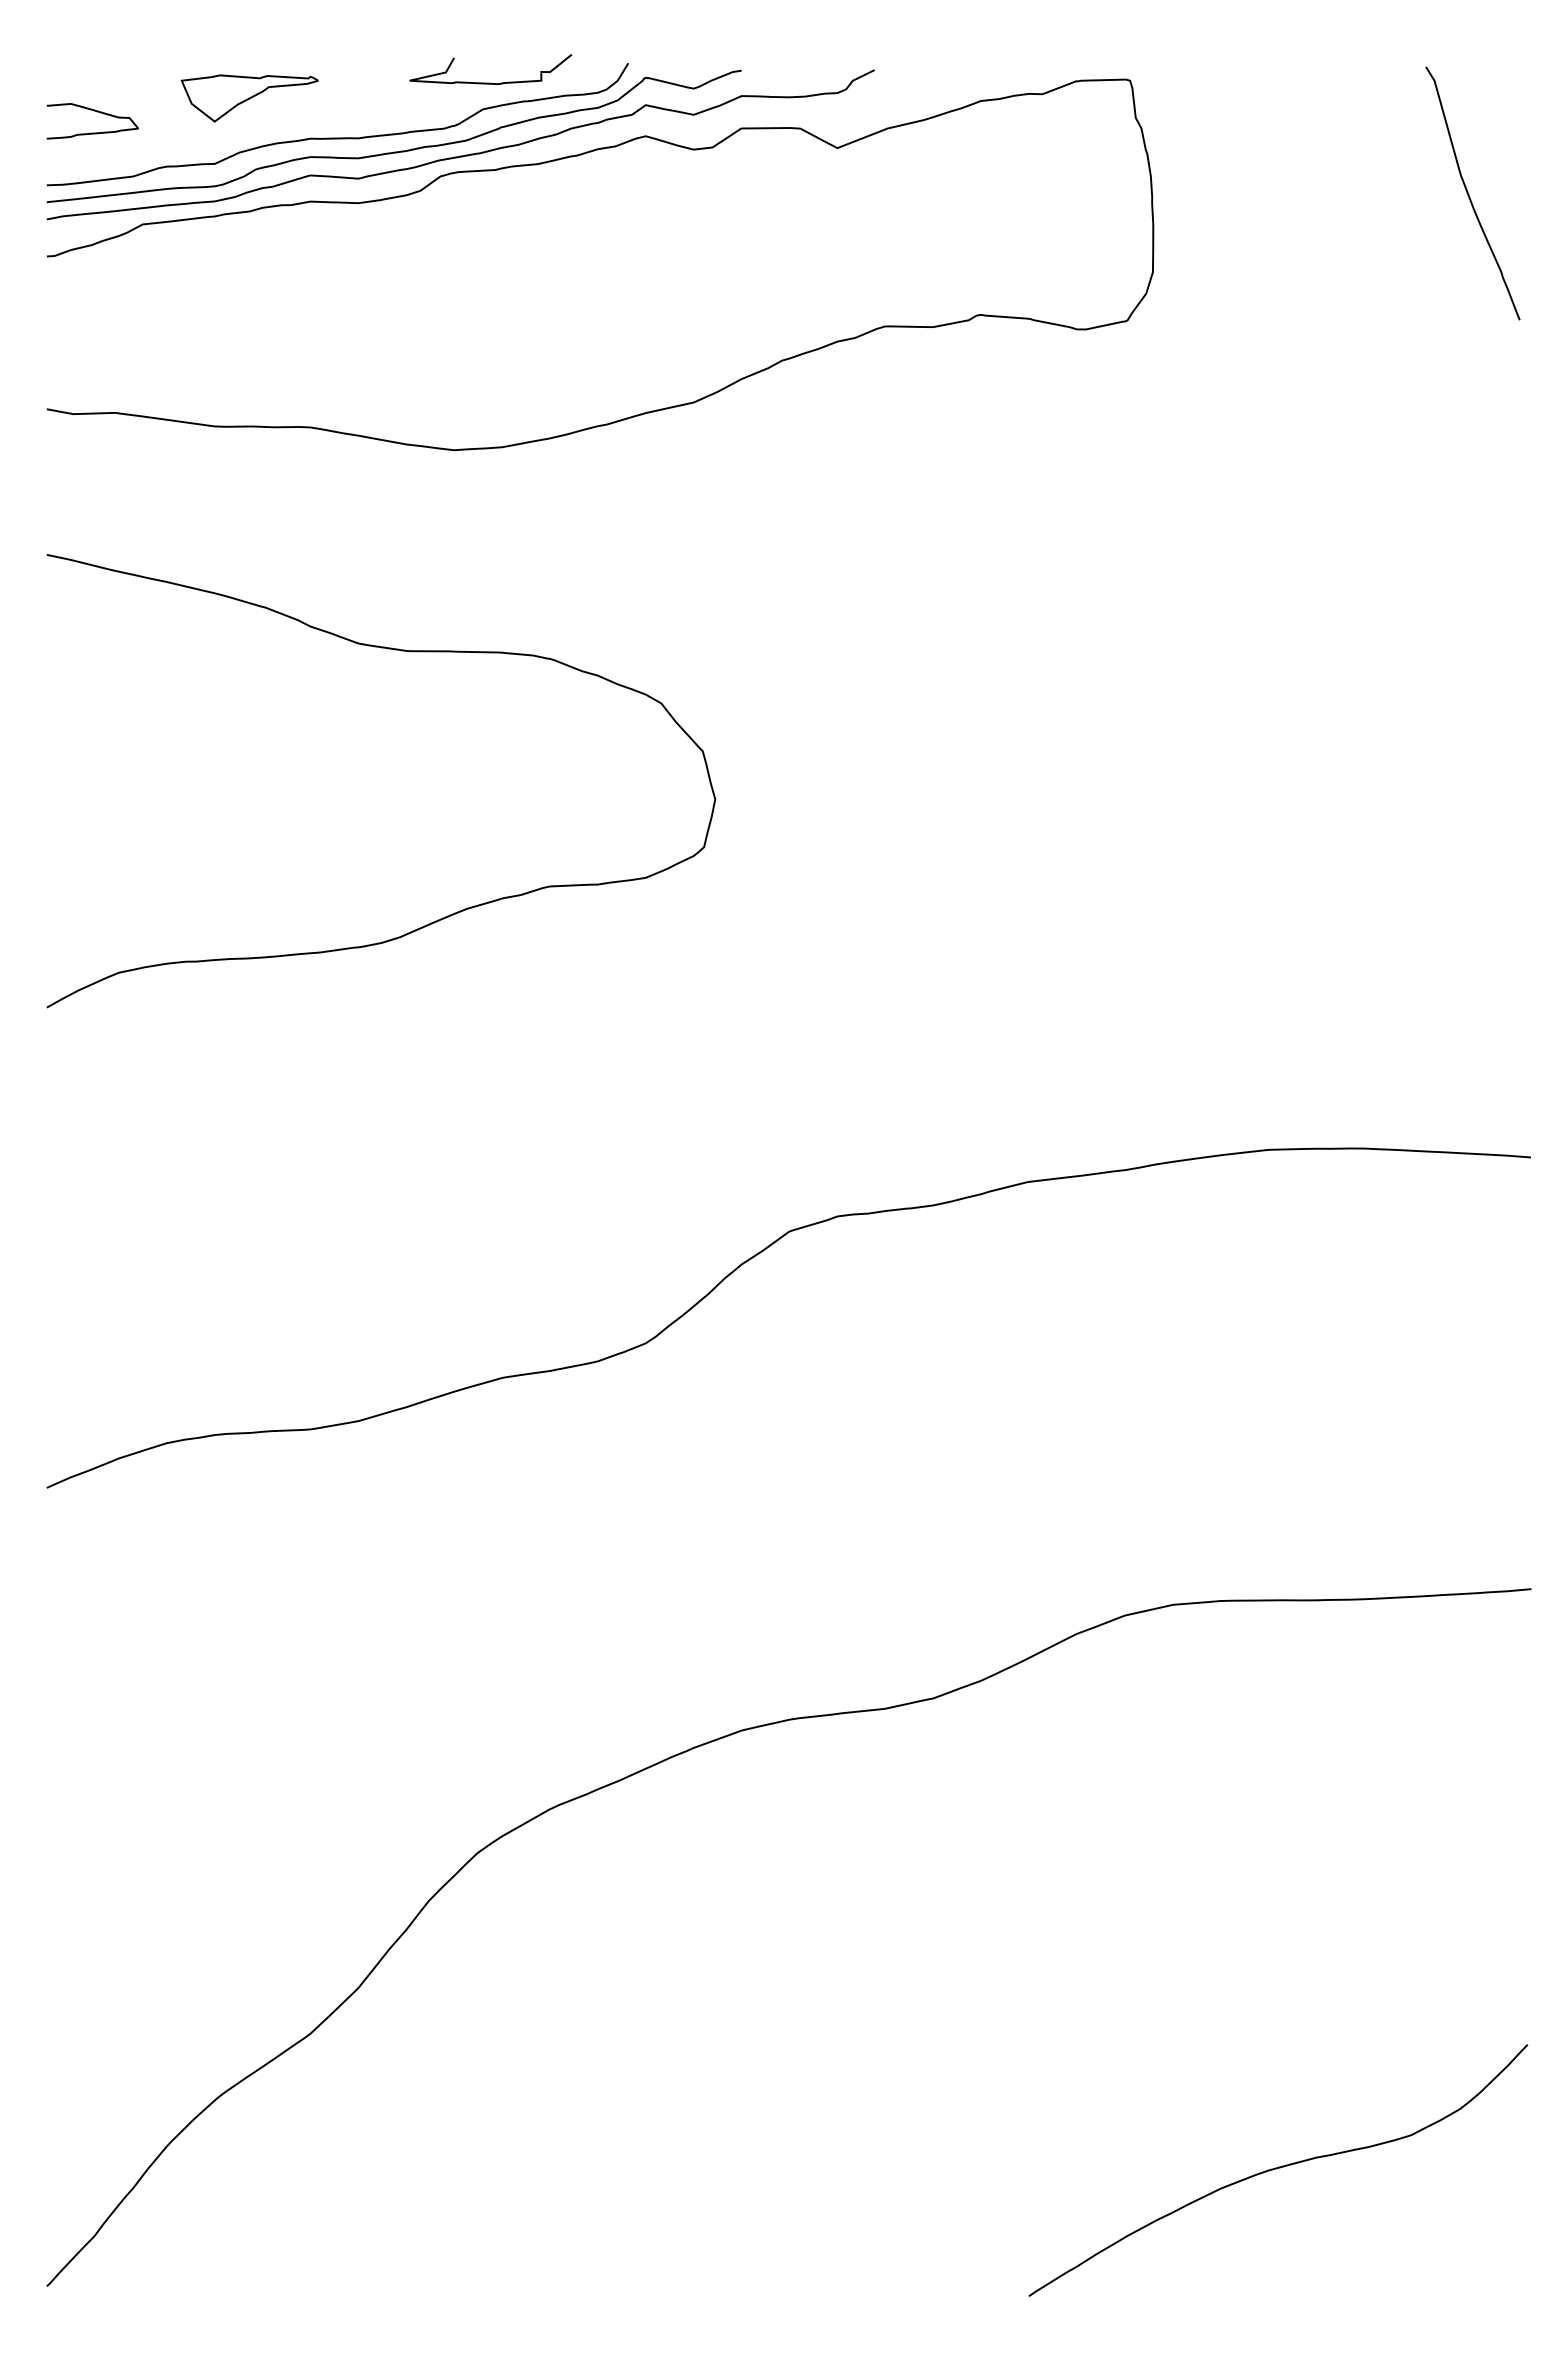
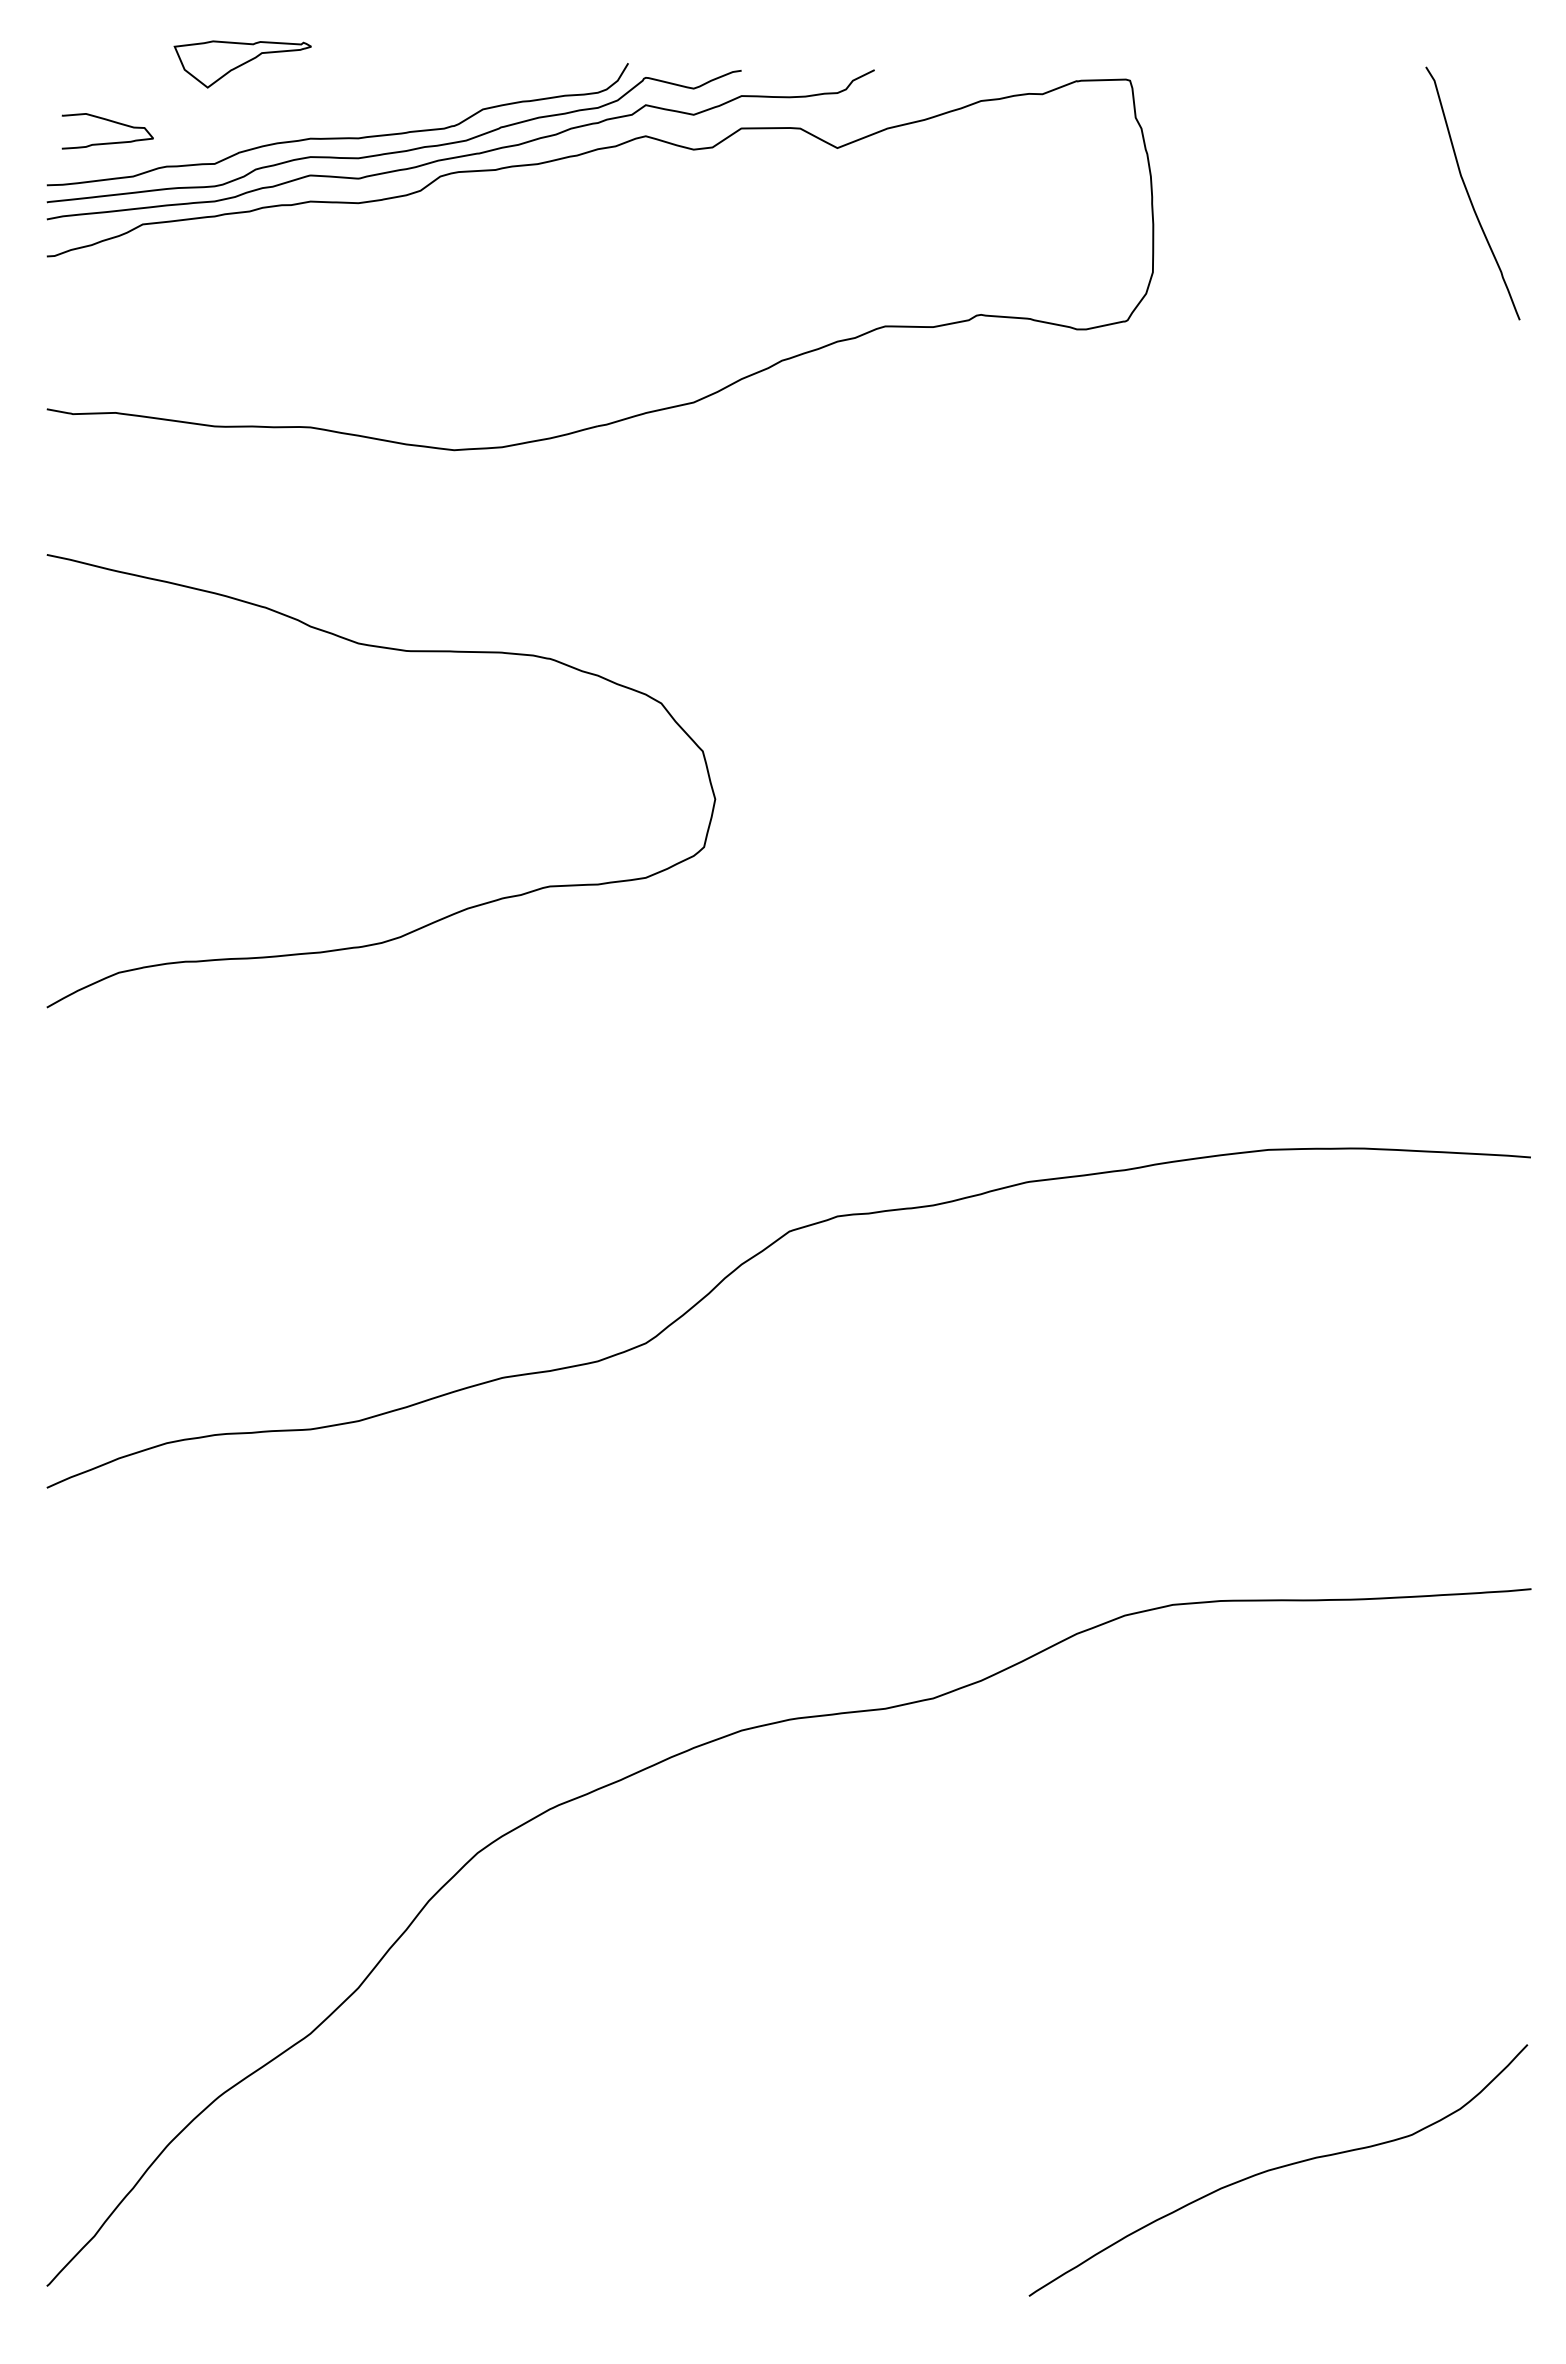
curve at (490, 82): present -> none
part at (249, 98) position: (249, 98) -> (242, 64)
curve at (93, 111) position: (93, 111) -> (108, 121)
